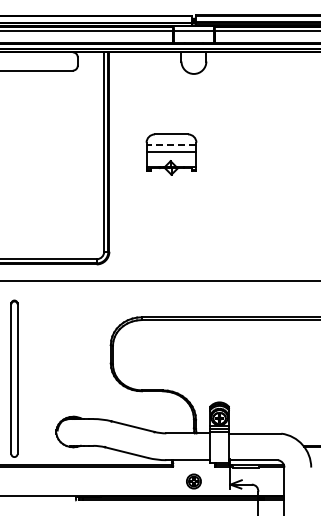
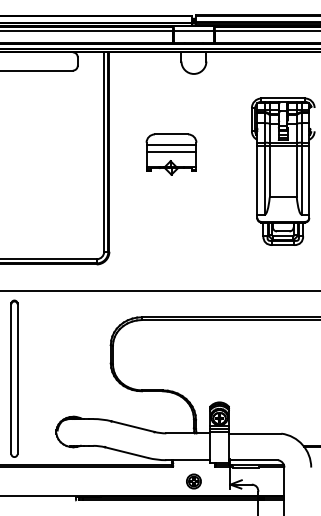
line at (171, 145): dashed -> solid
part at (283, 171): none -> present
line at (159, 280) position: (159, 280) -> (159, 290)
